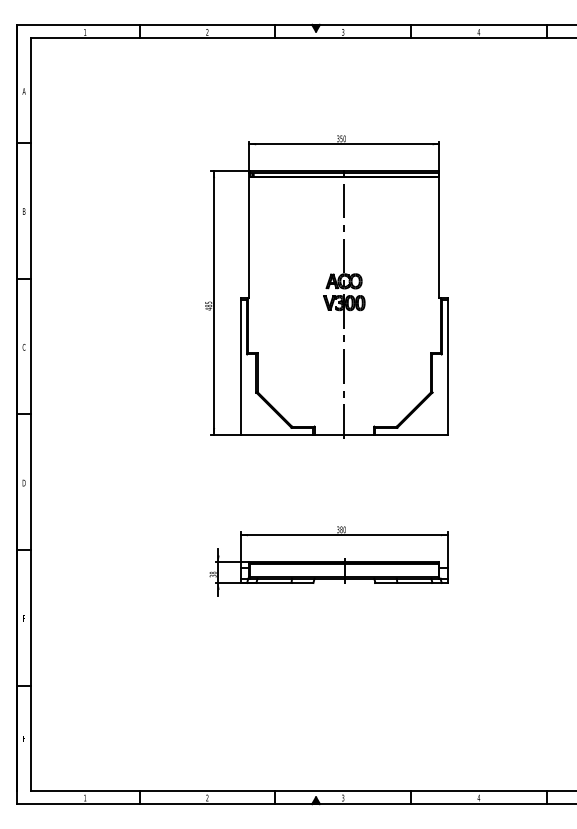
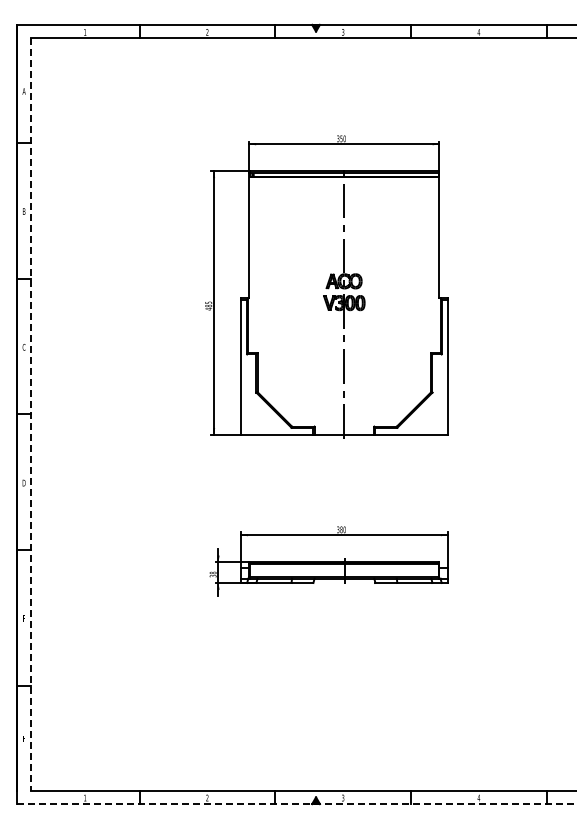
line at (30, 414): solid -> dashed
line at (297, 804): solid -> dashed
